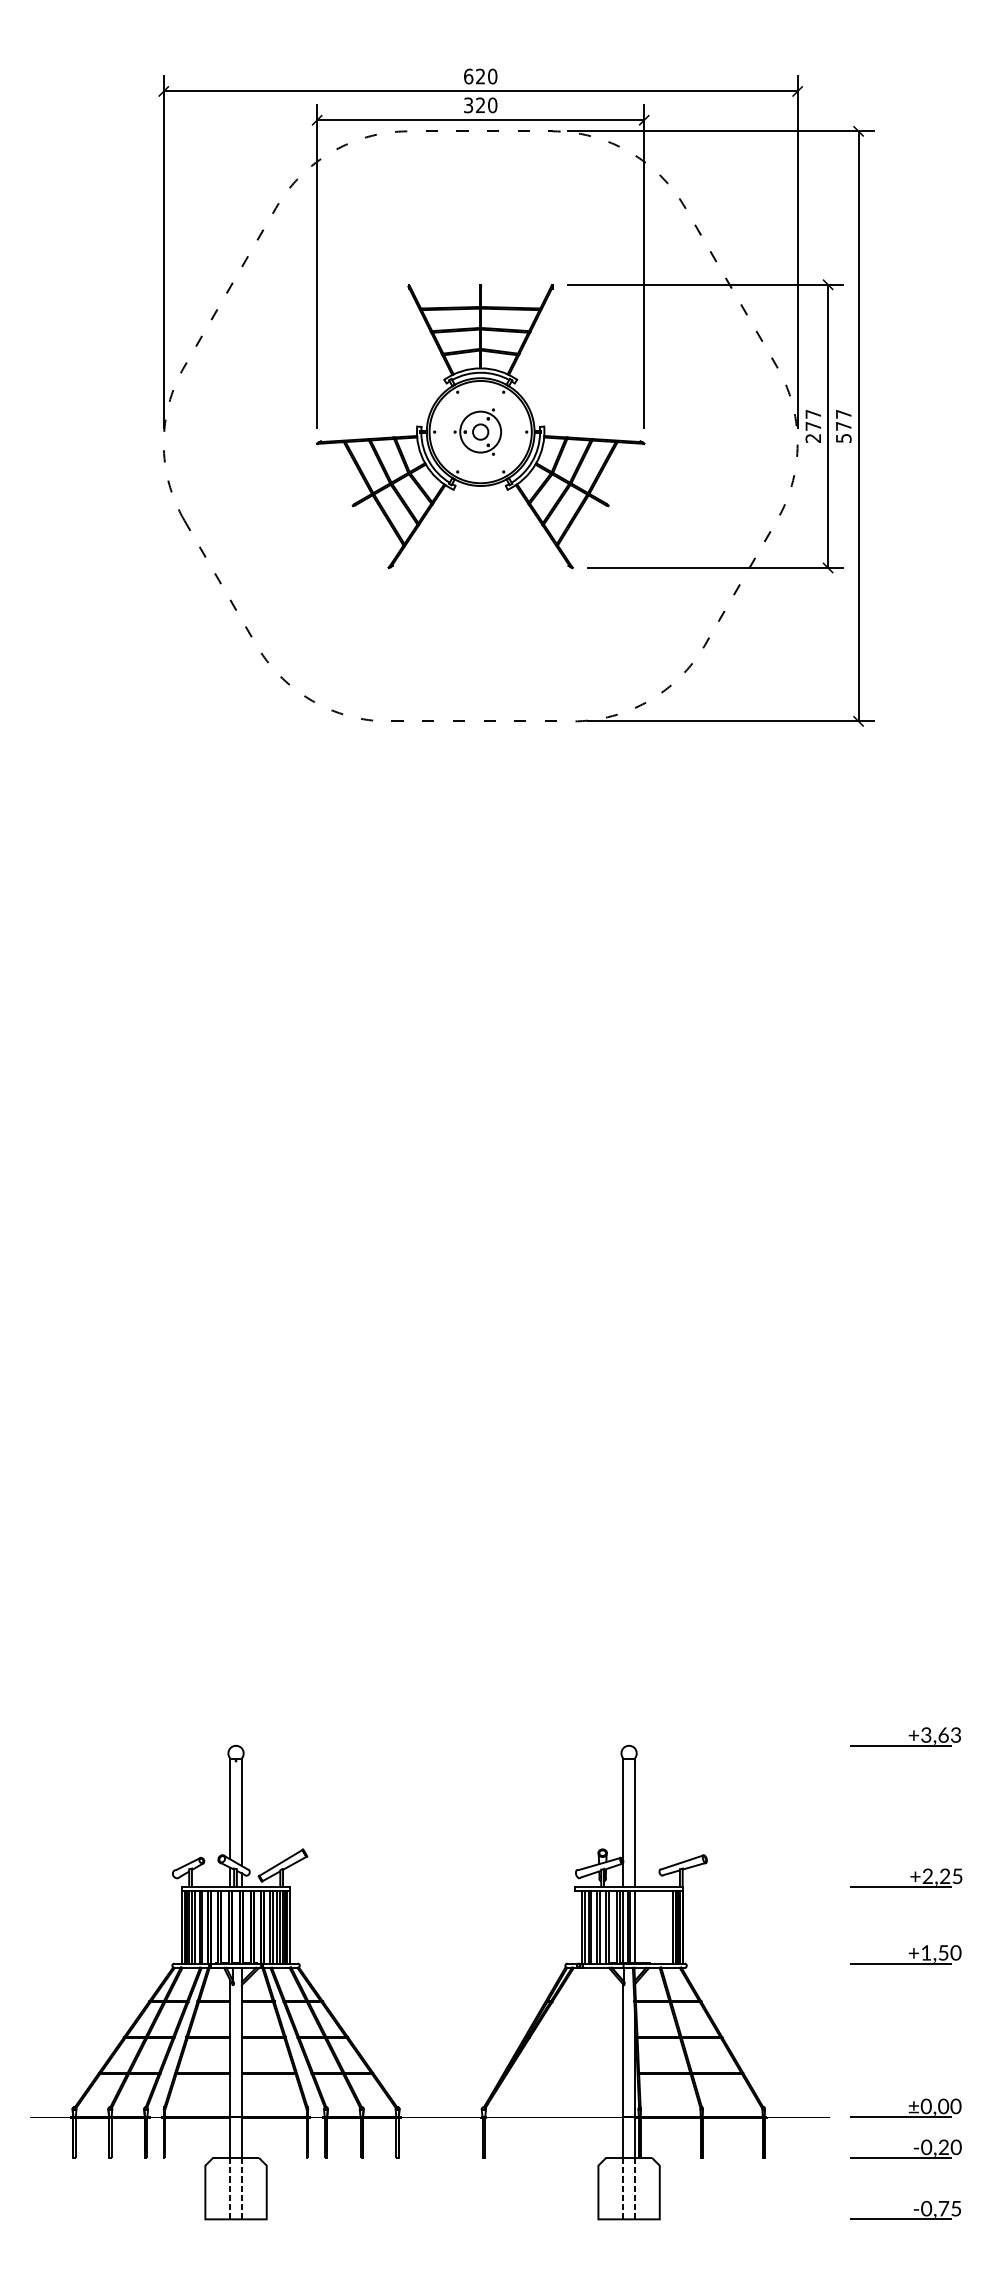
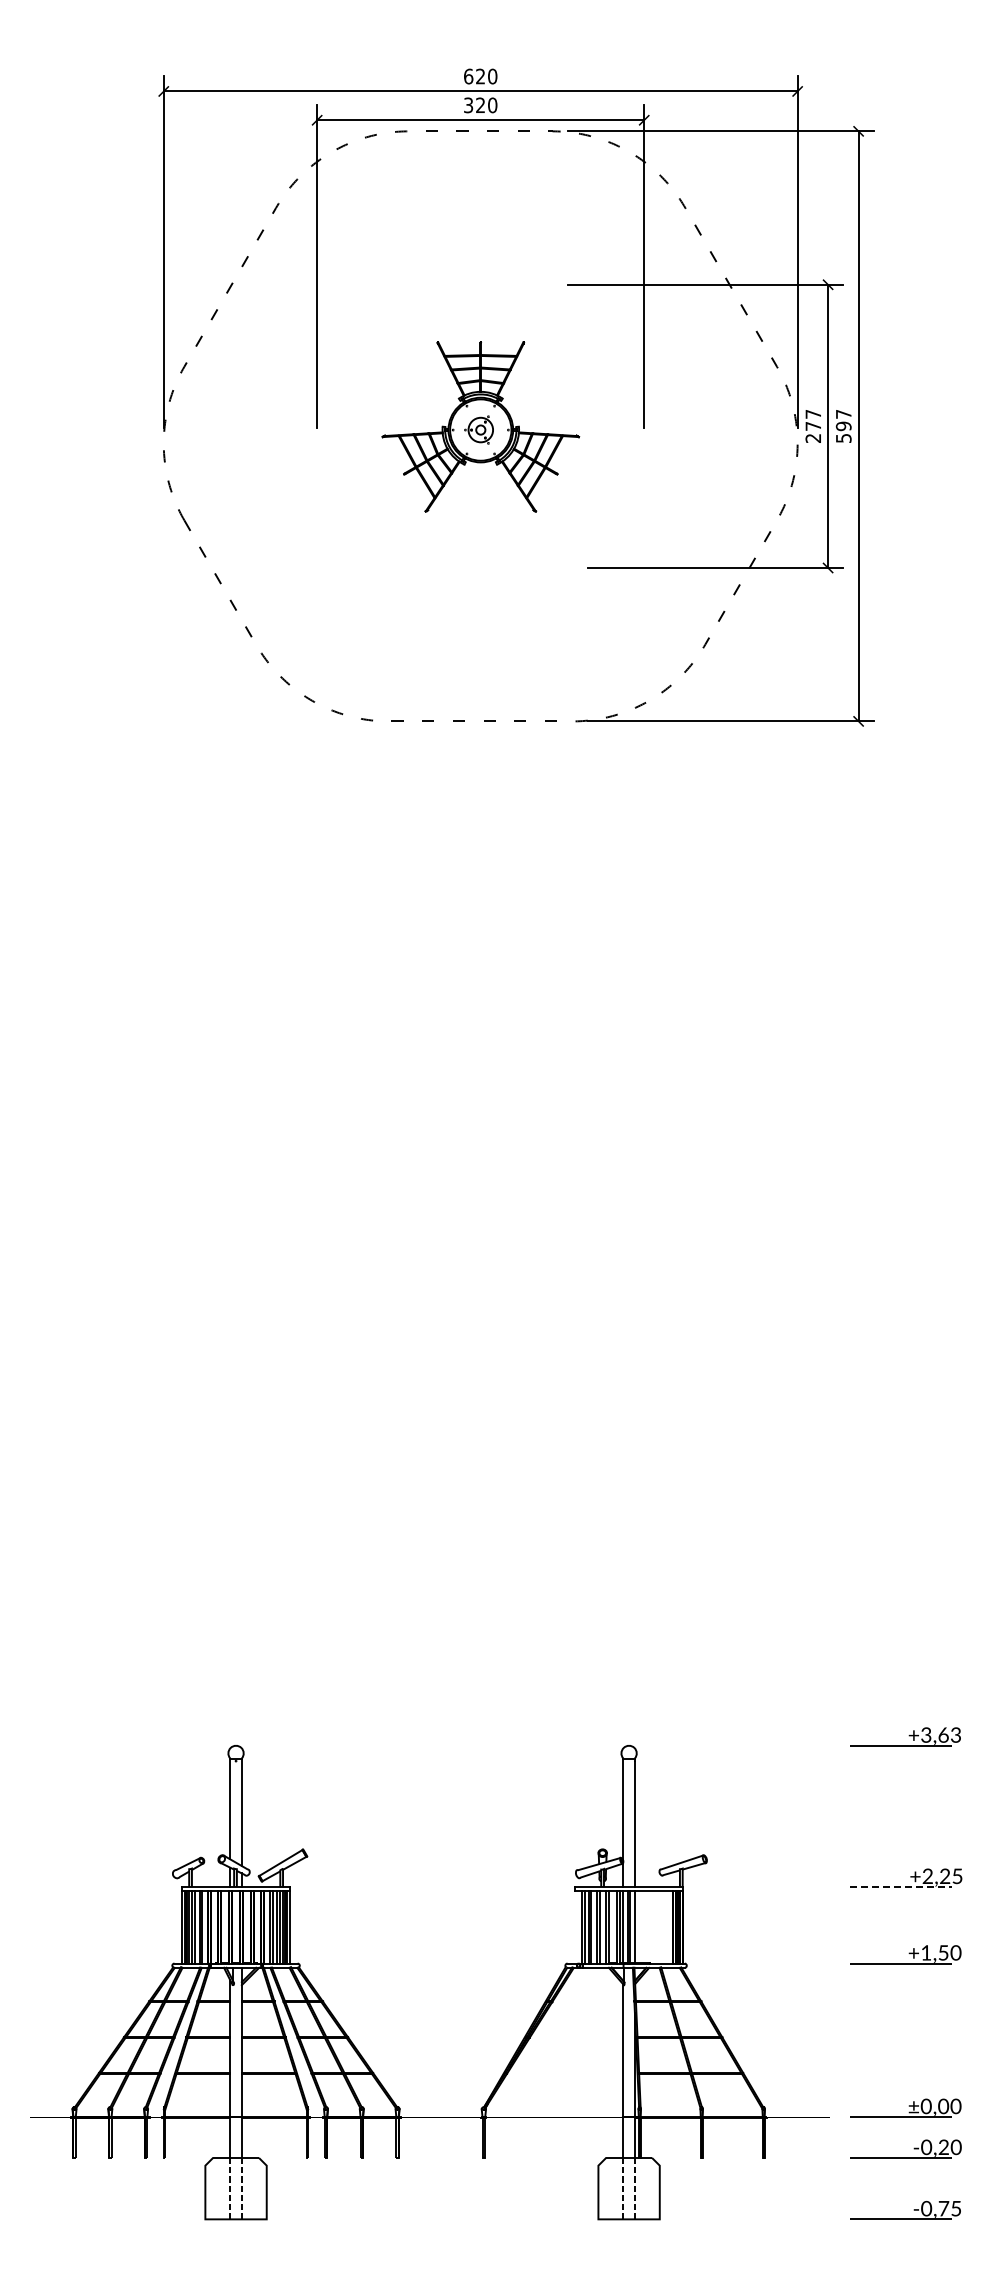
part at (480, 426) size: 330x286 px -> 200x172 px
text at (843, 426): 577 -> 597
line at (901, 1887): solid -> dashed
